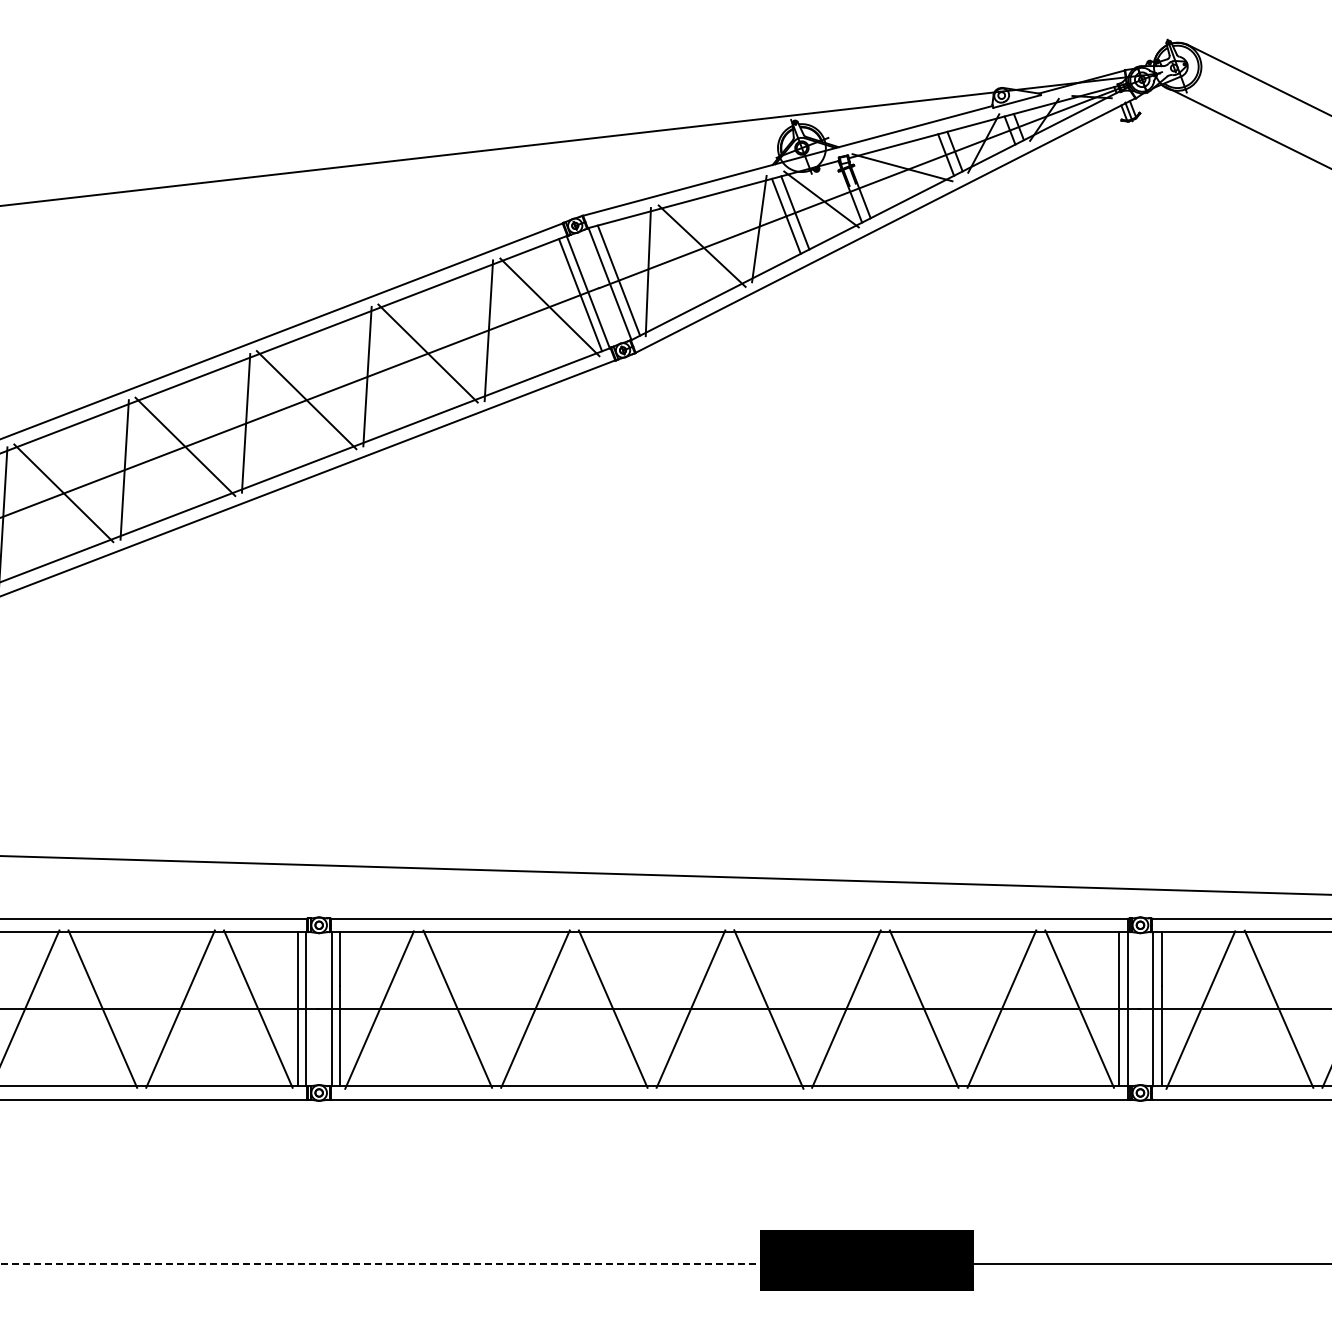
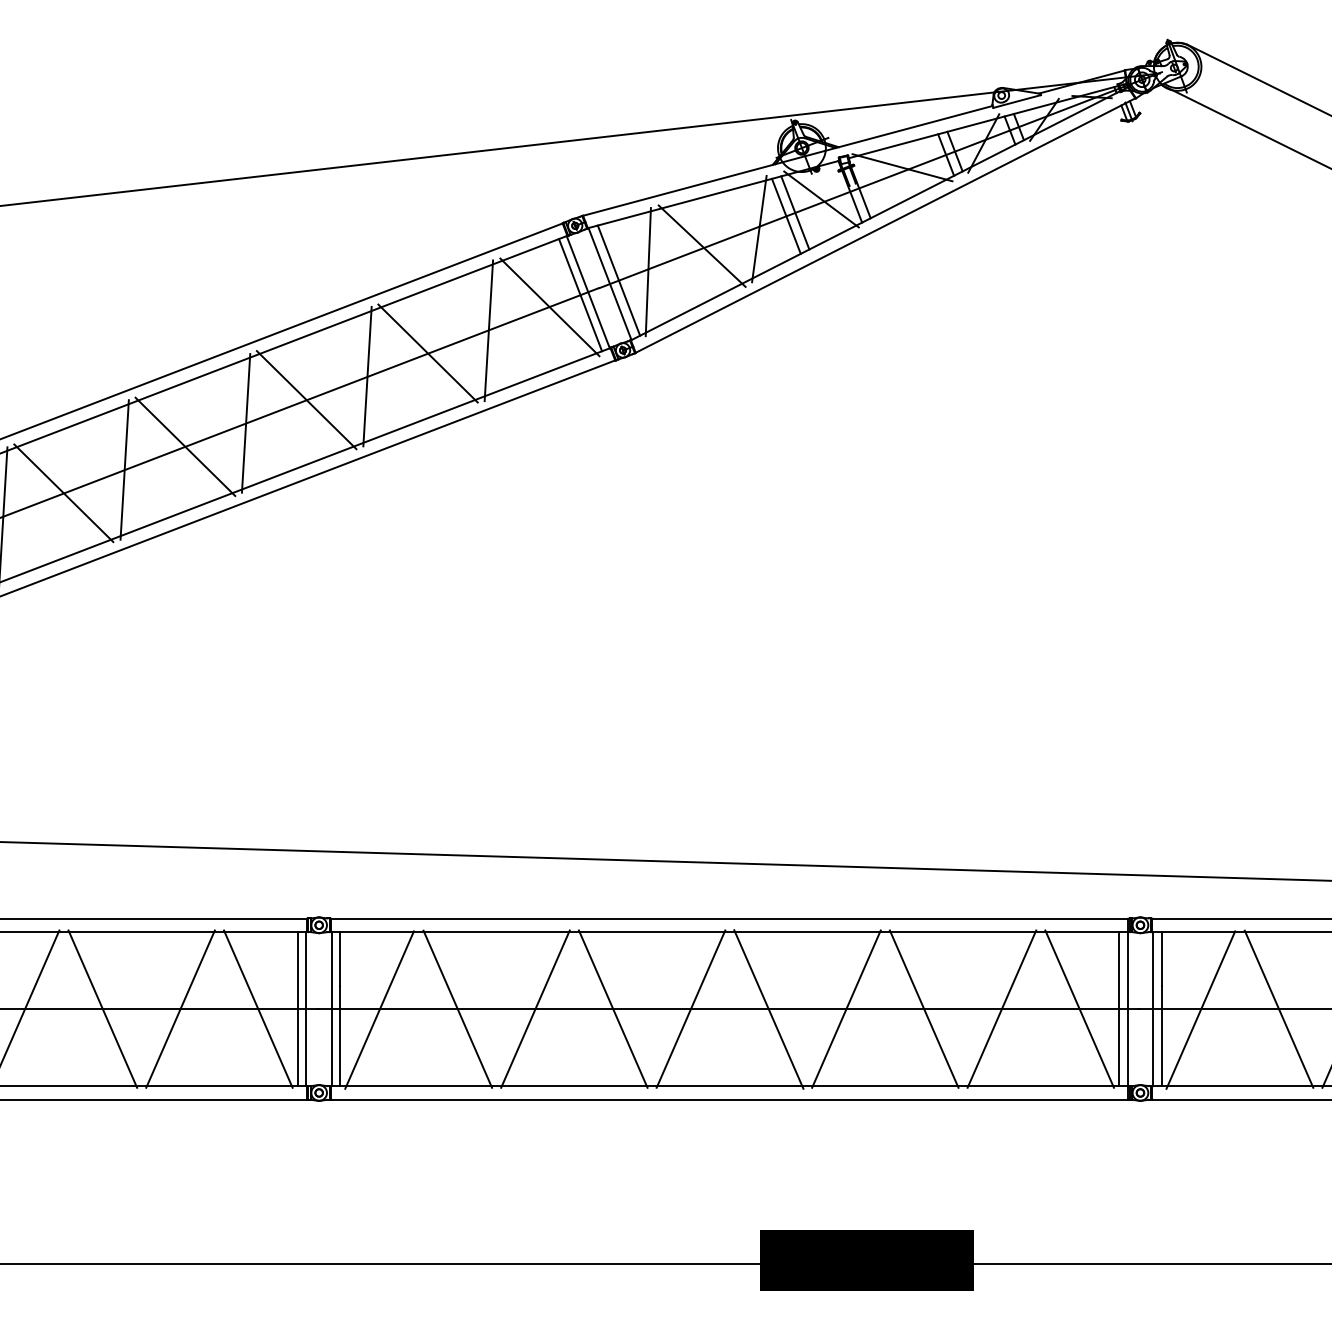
line at (665, 875) position: (665, 875) -> (665, 861)
line at (388, 1264): dashed -> solid
